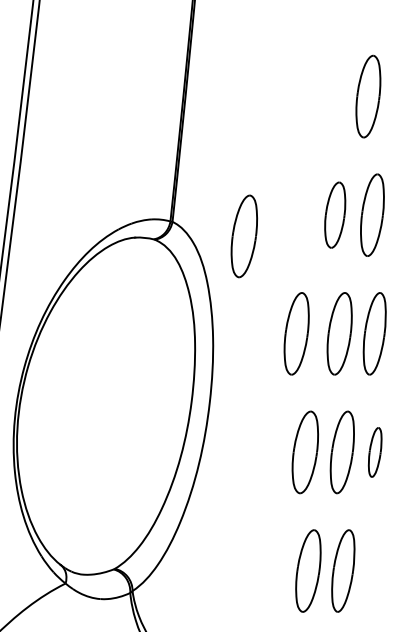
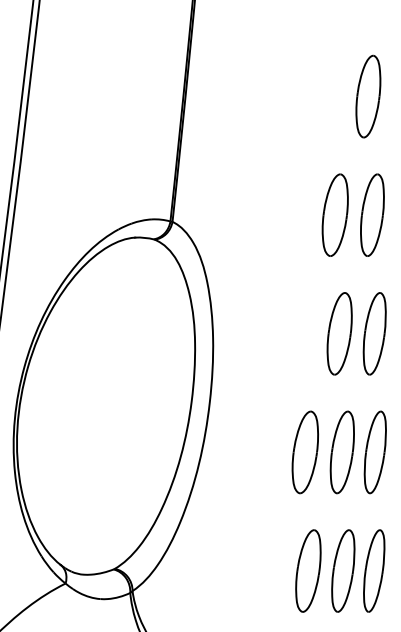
part at (335, 214) size: 23x68 px -> 28x84 px
part at (243, 236): present -> none
part at (296, 333): present -> none
part at (374, 452) size: 16x51 px -> 24x85 px
part at (374, 570): none -> present
